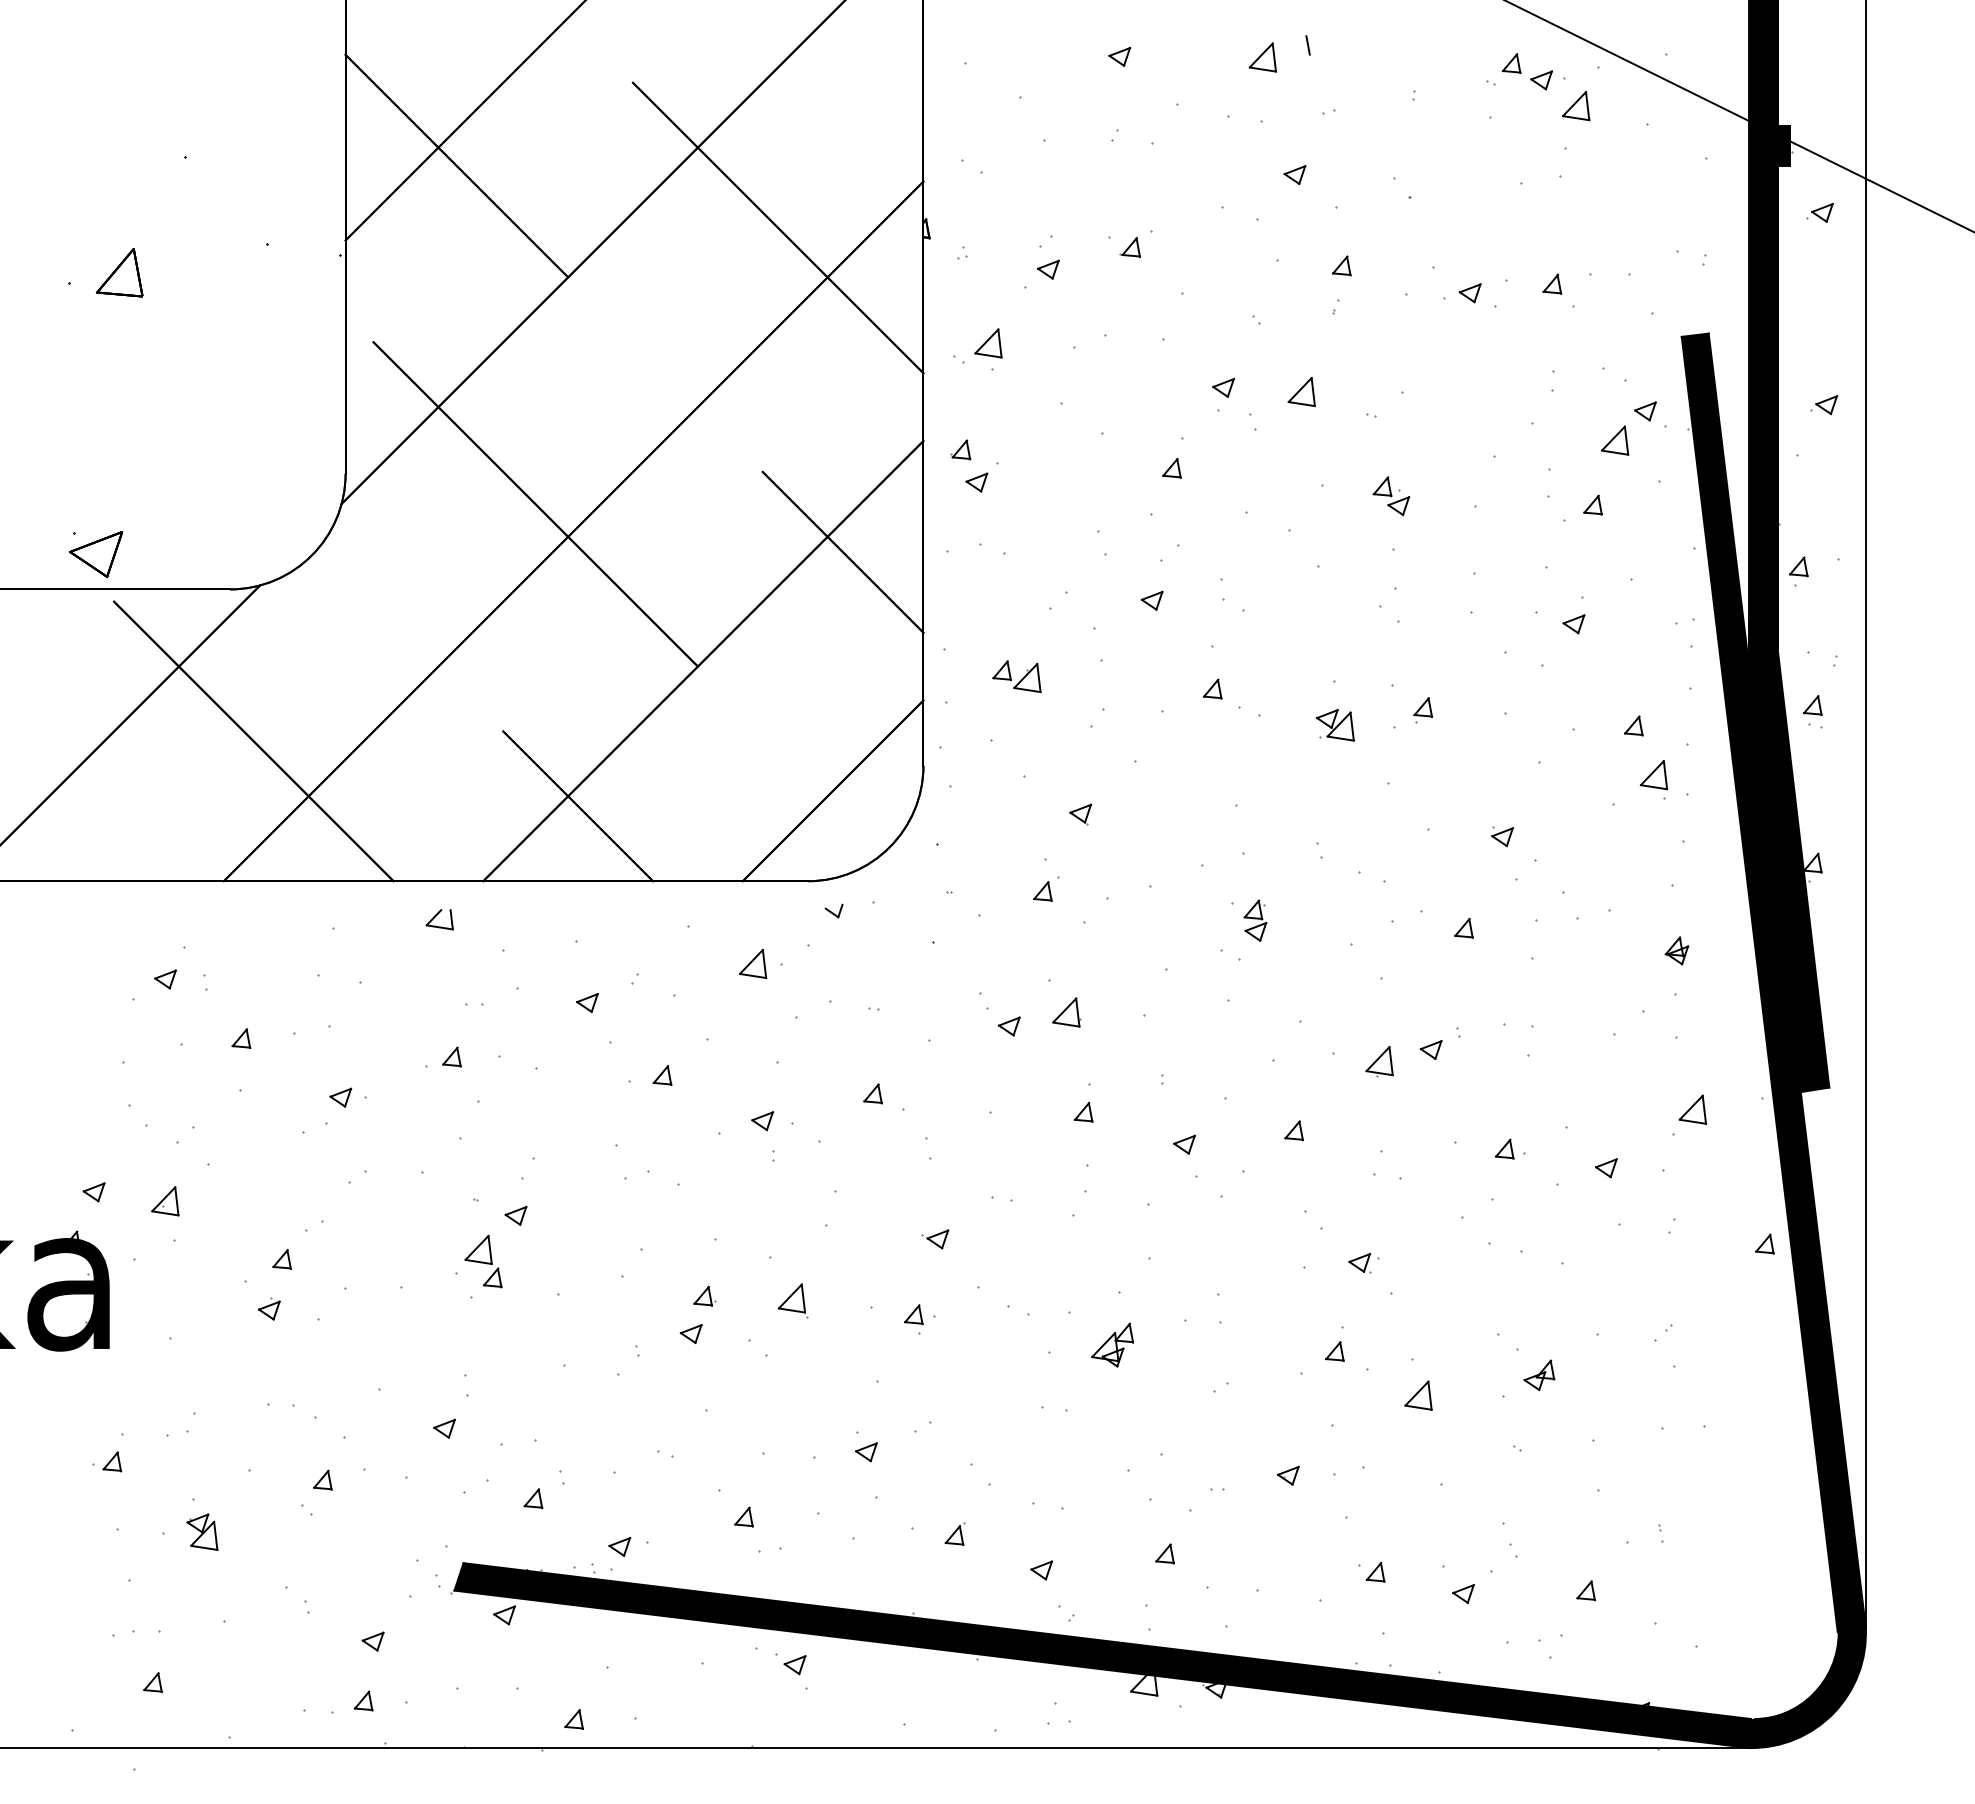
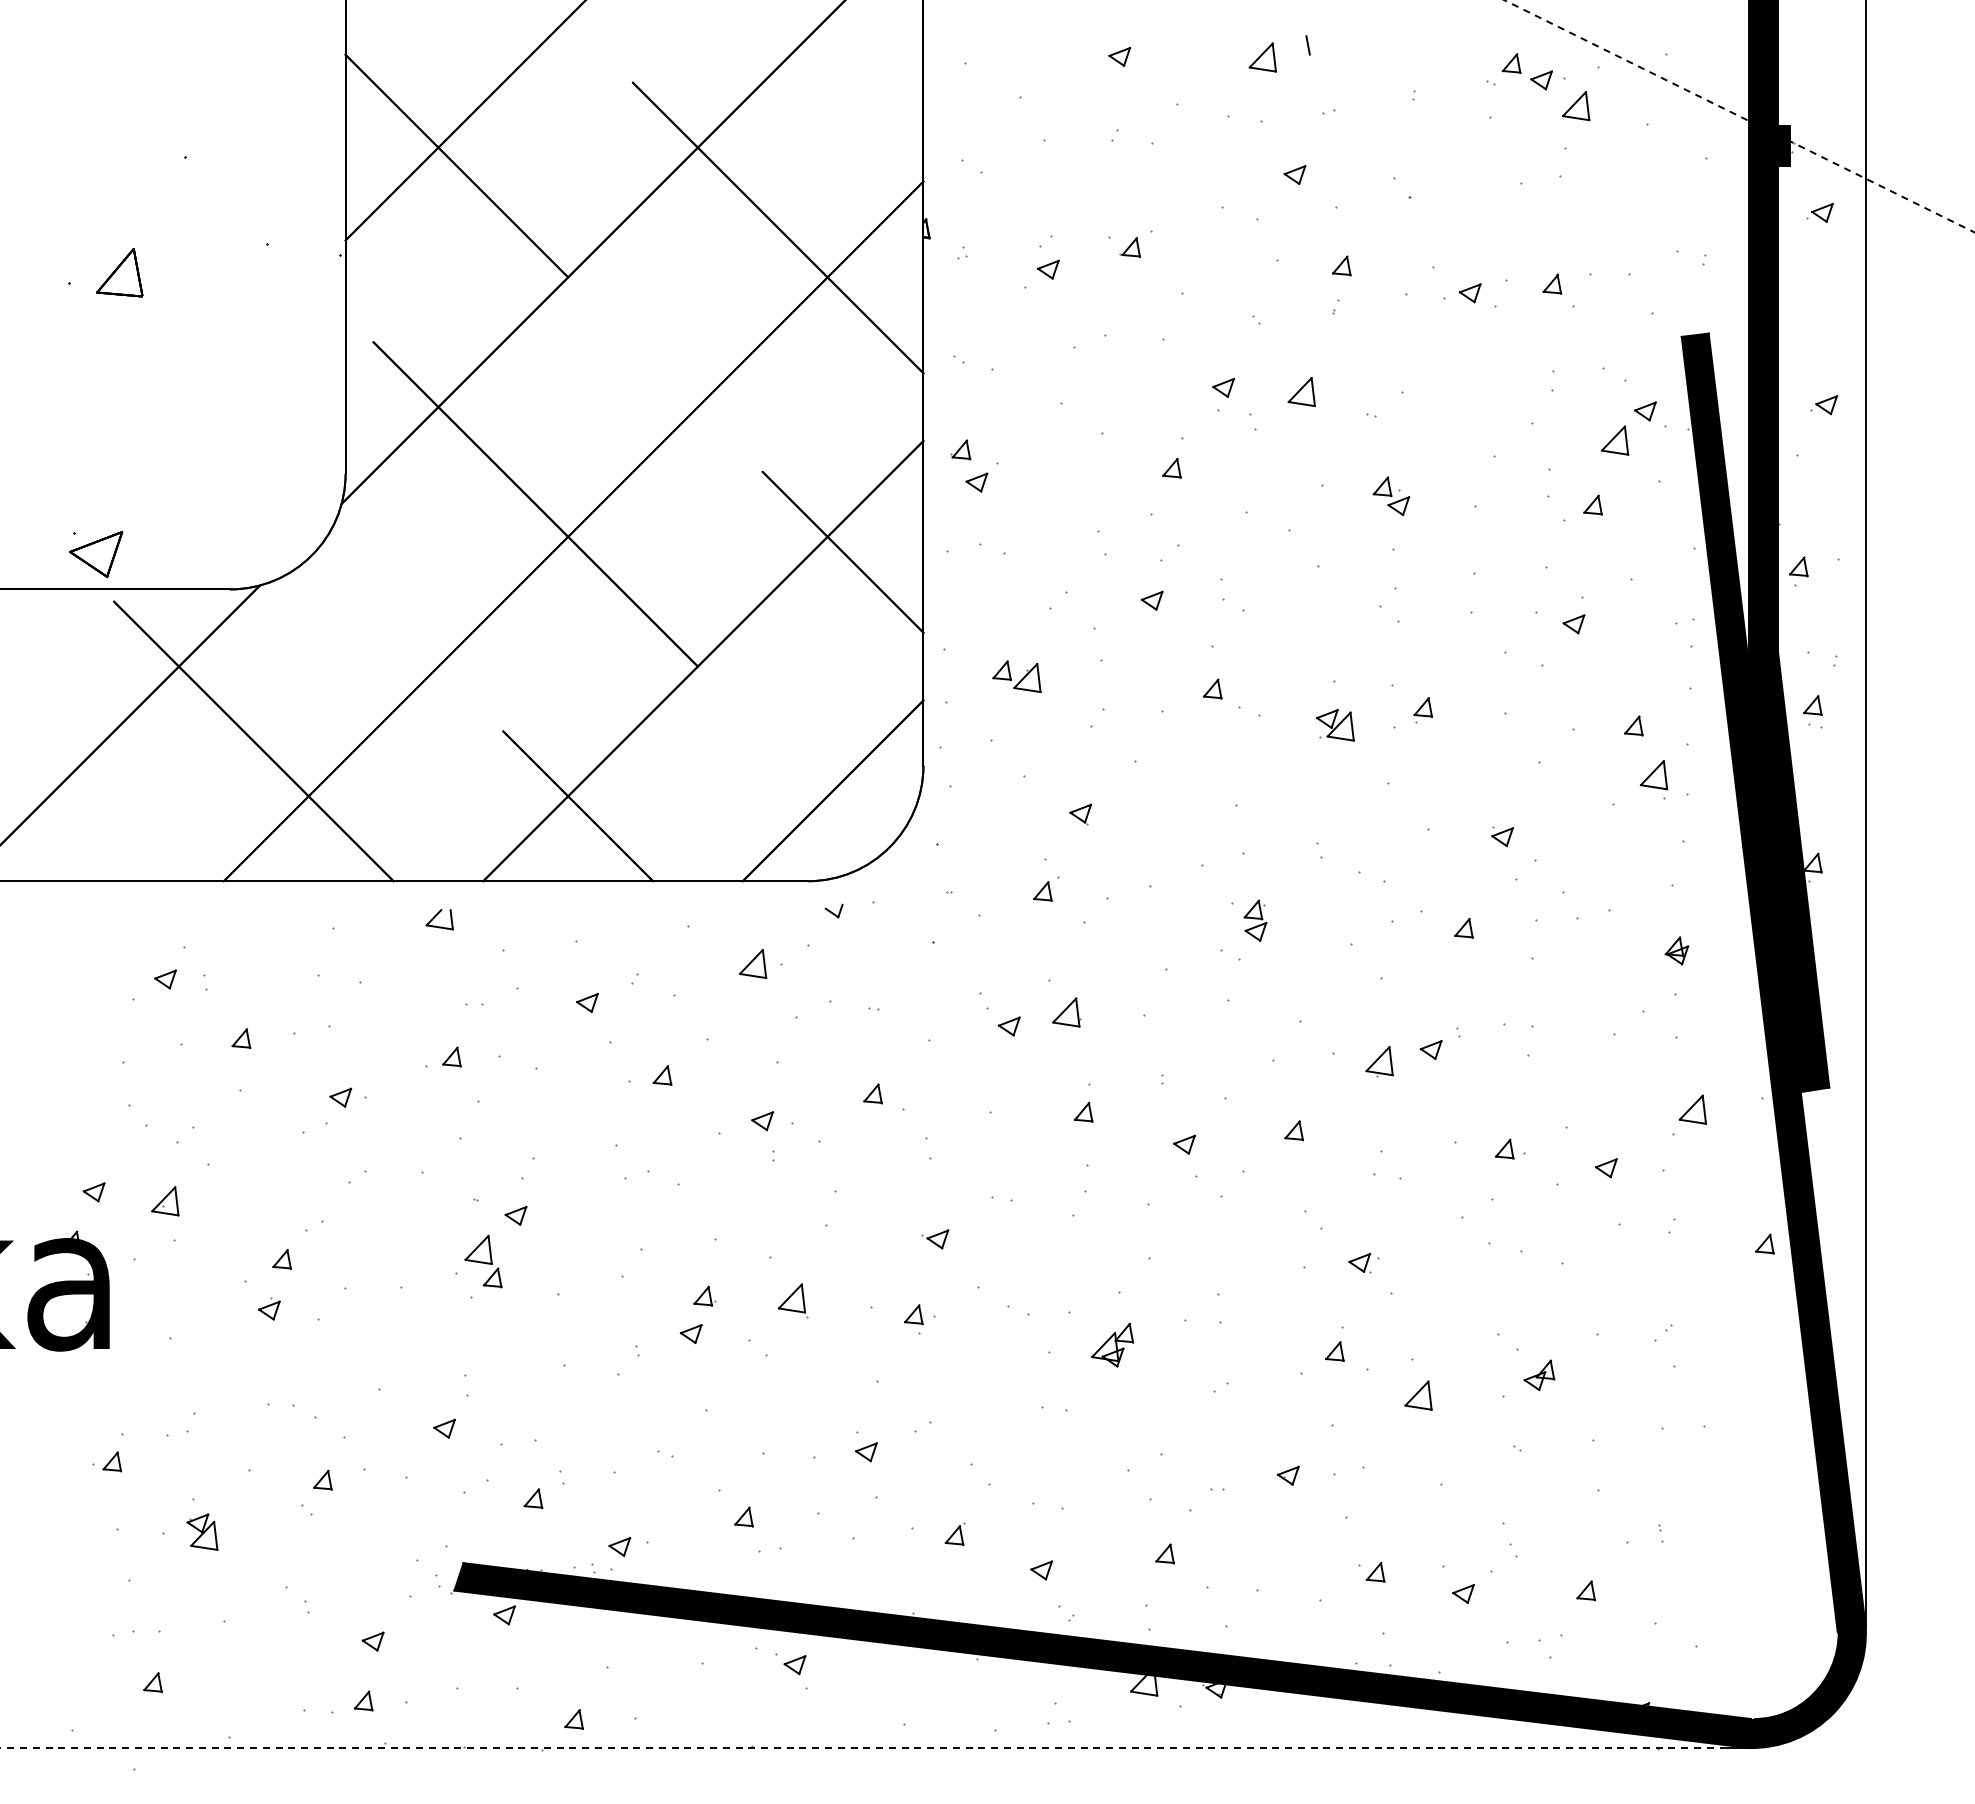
line at (1738, 116): solid -> dashed
part at (988, 343): present -> none
line at (862, 1748): solid -> dashed
